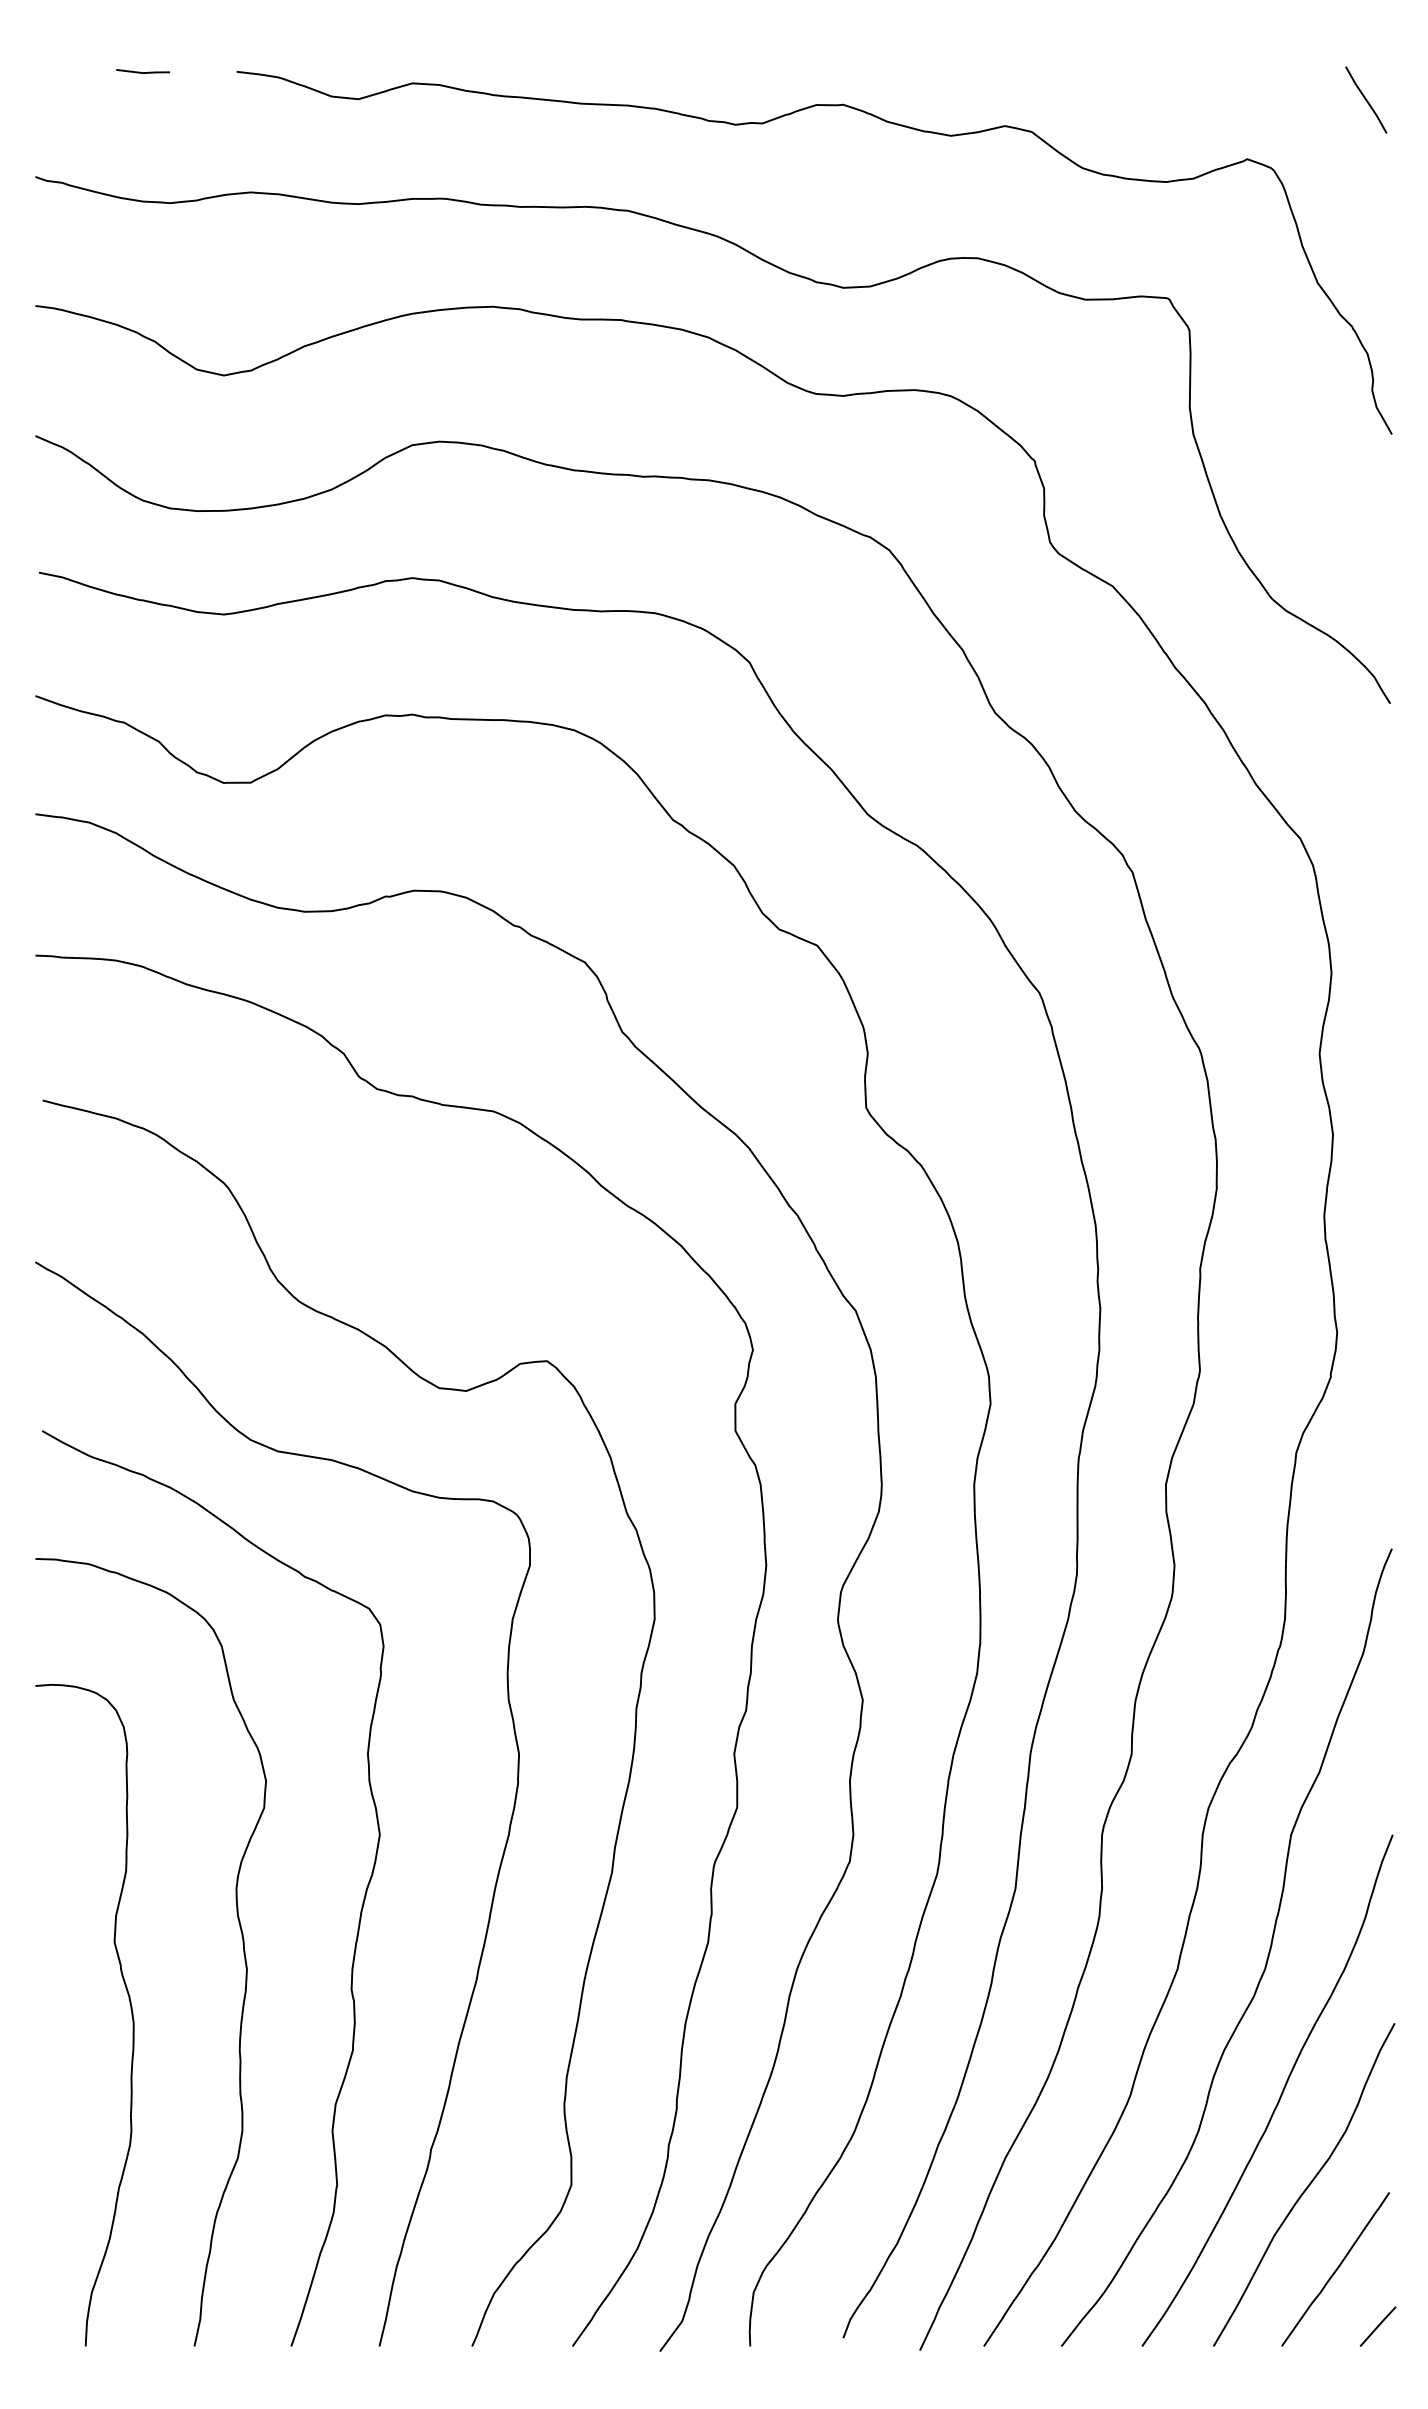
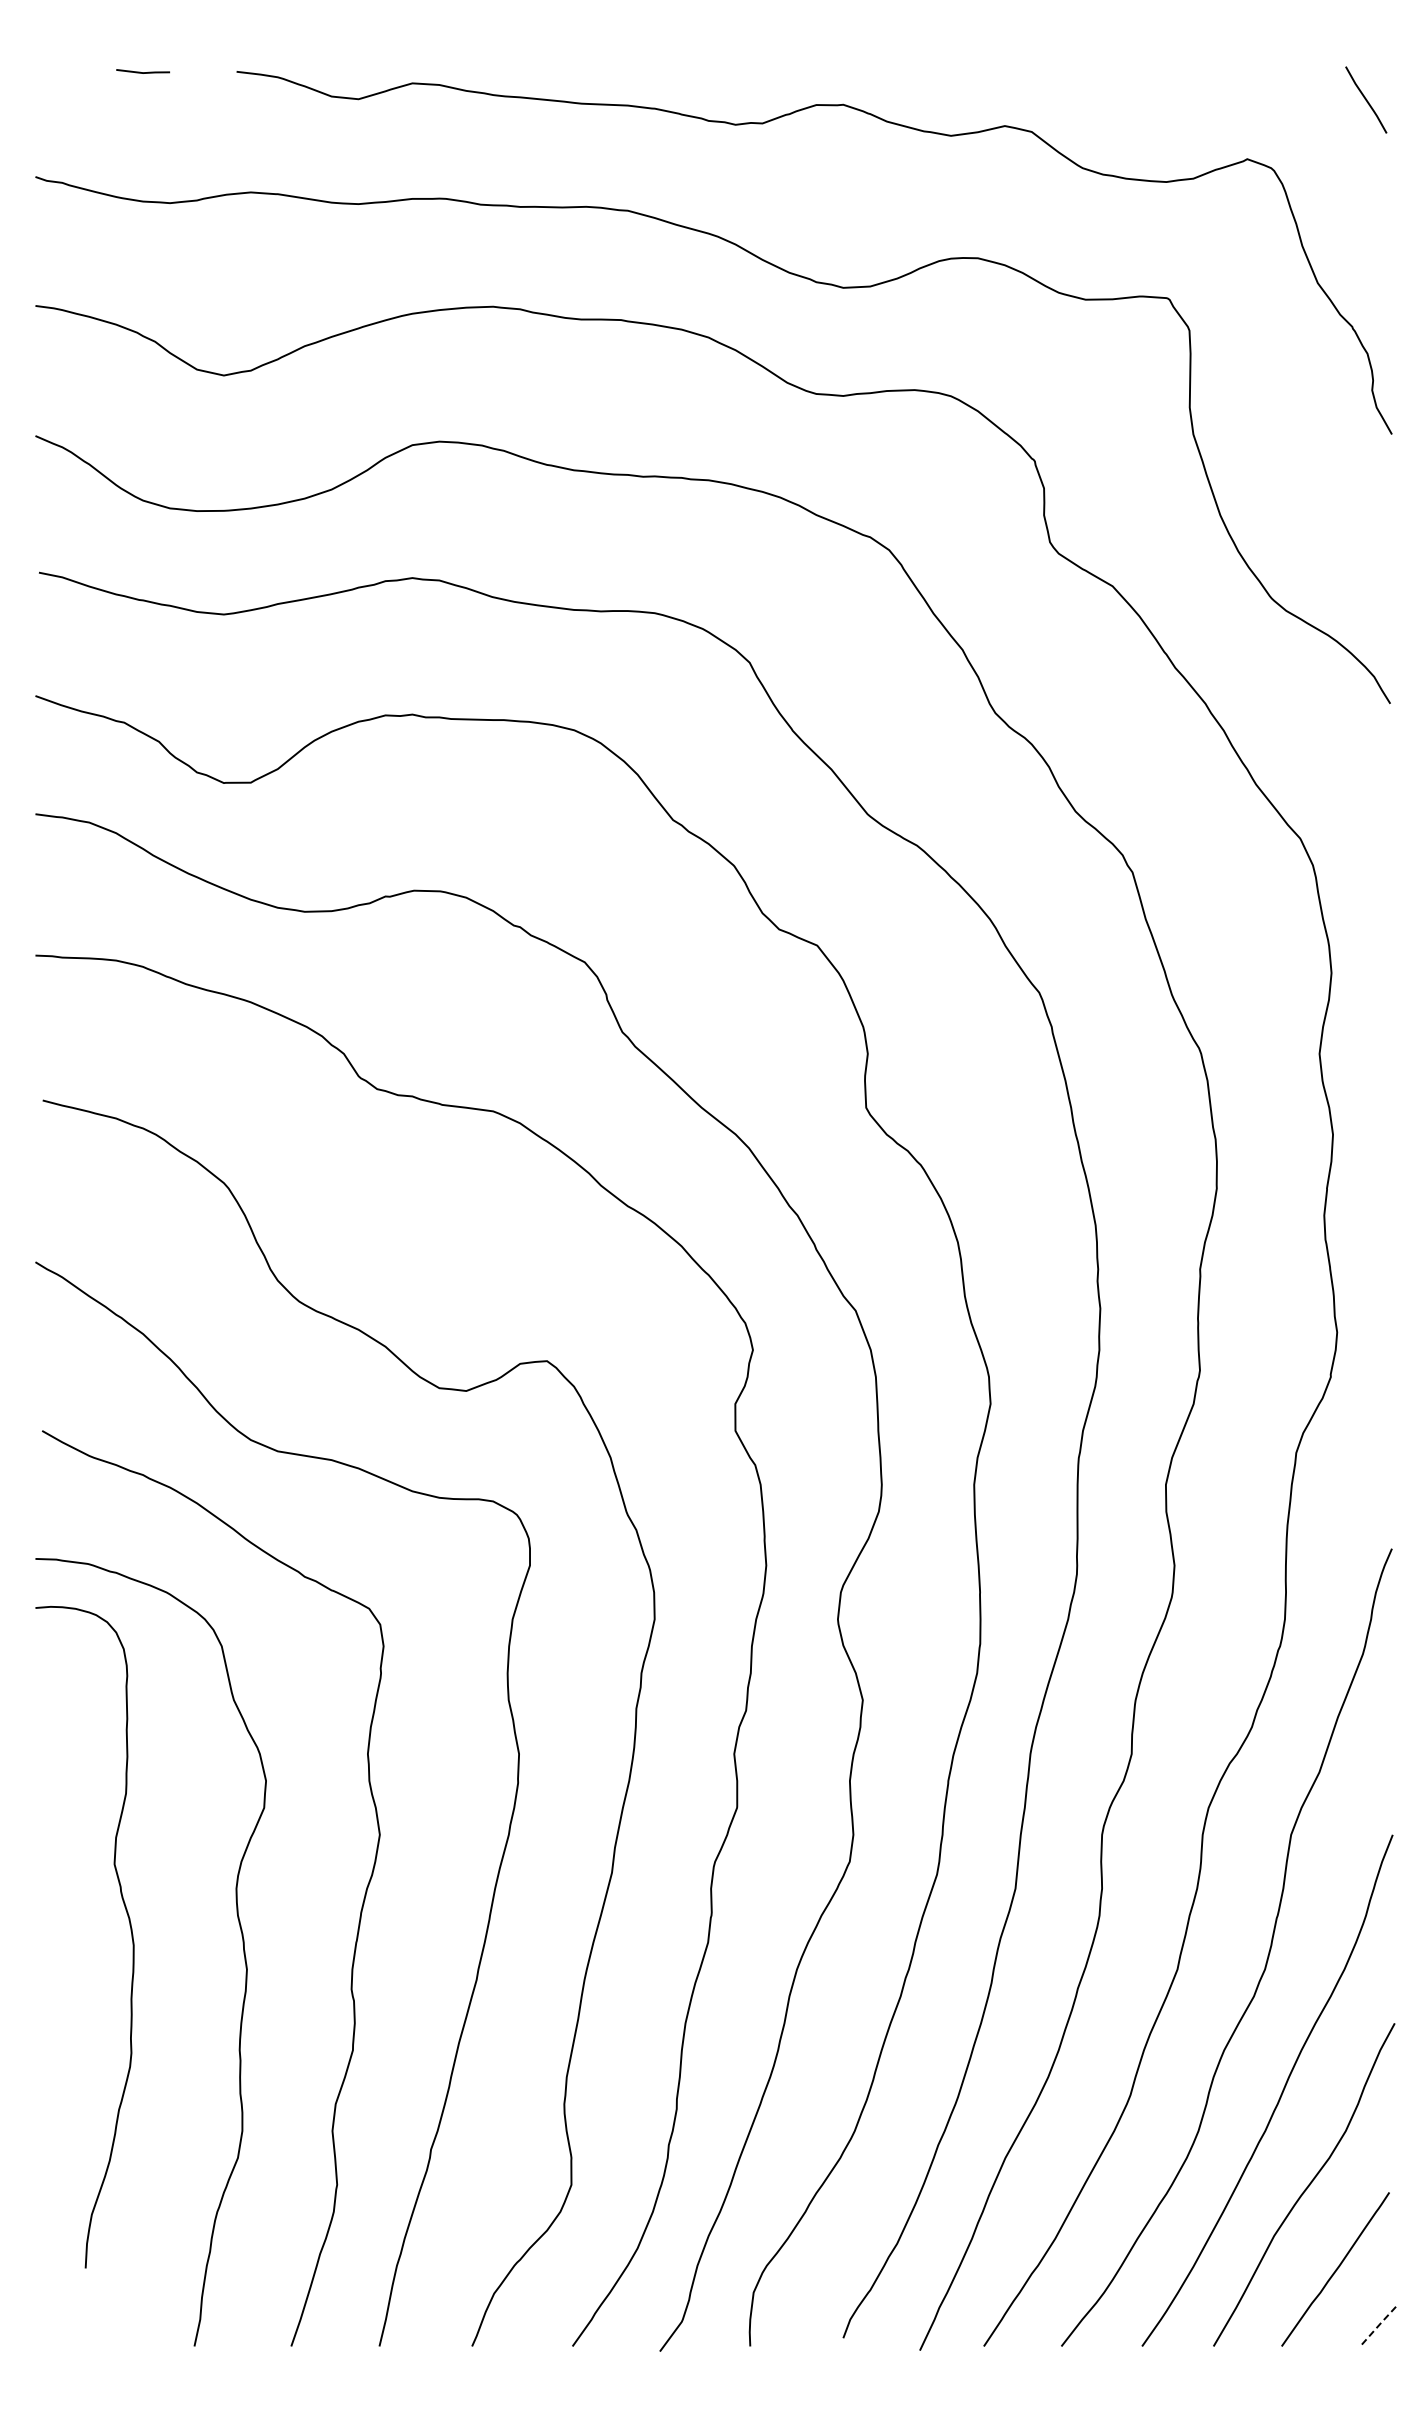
curve at (130, 2009) position: (130, 2009) -> (130, 1931)
line at (1377, 2326): solid -> dashed
